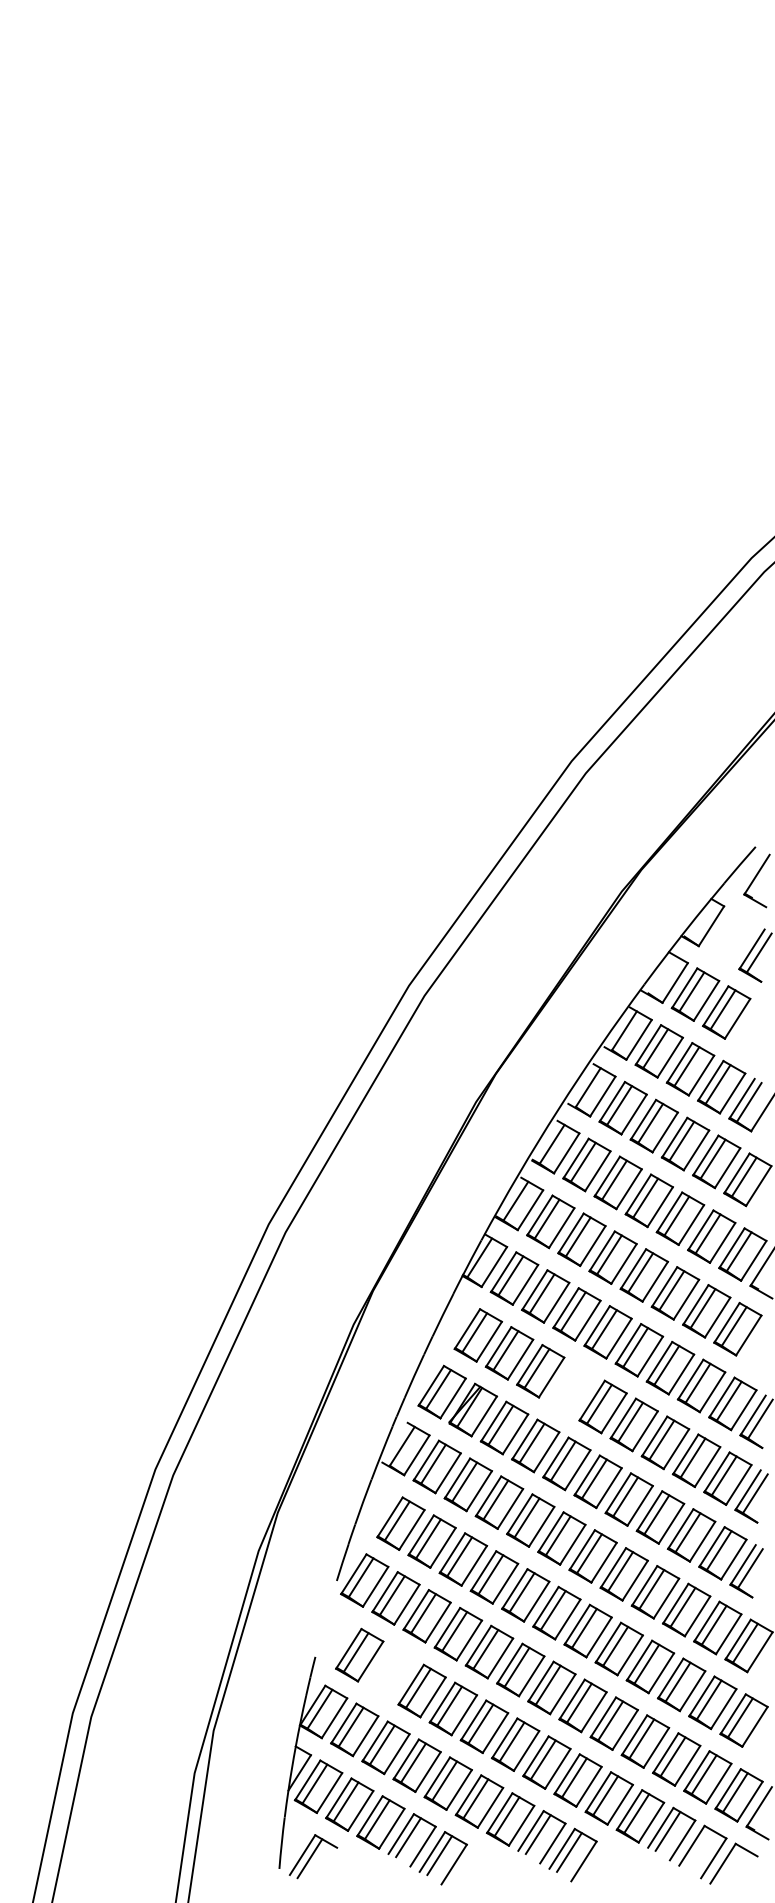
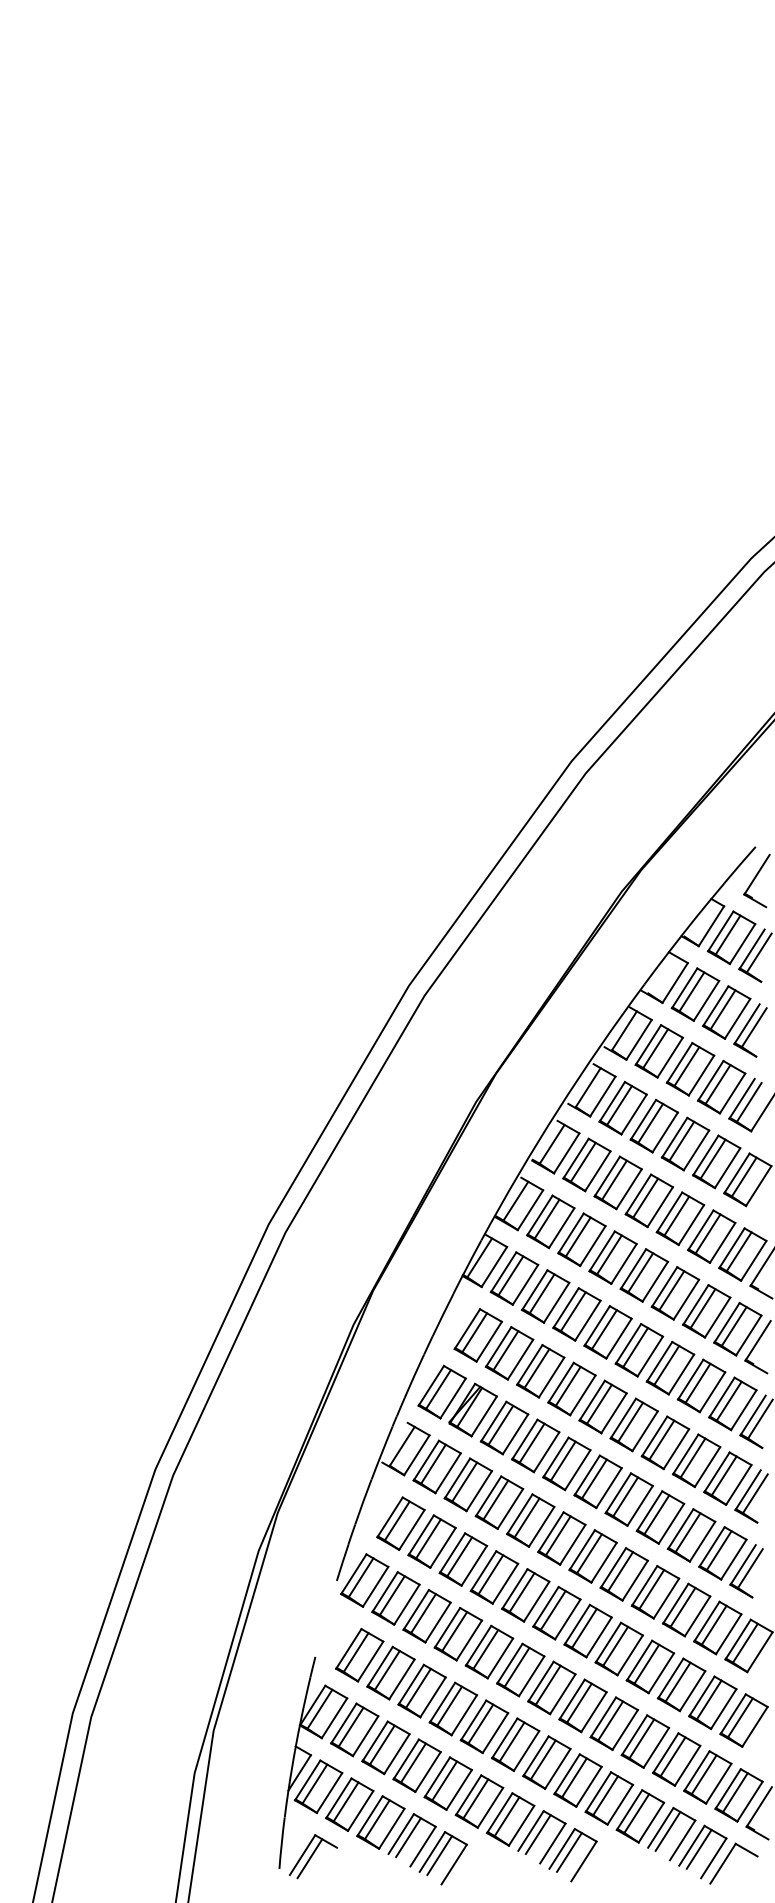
part at (731, 937): none -> present
part at (750, 1030): none -> present
part at (757, 1347): none -> present
part at (571, 1388): none -> present
part at (390, 1672): none -> present
line at (698, 1848): none -> present
